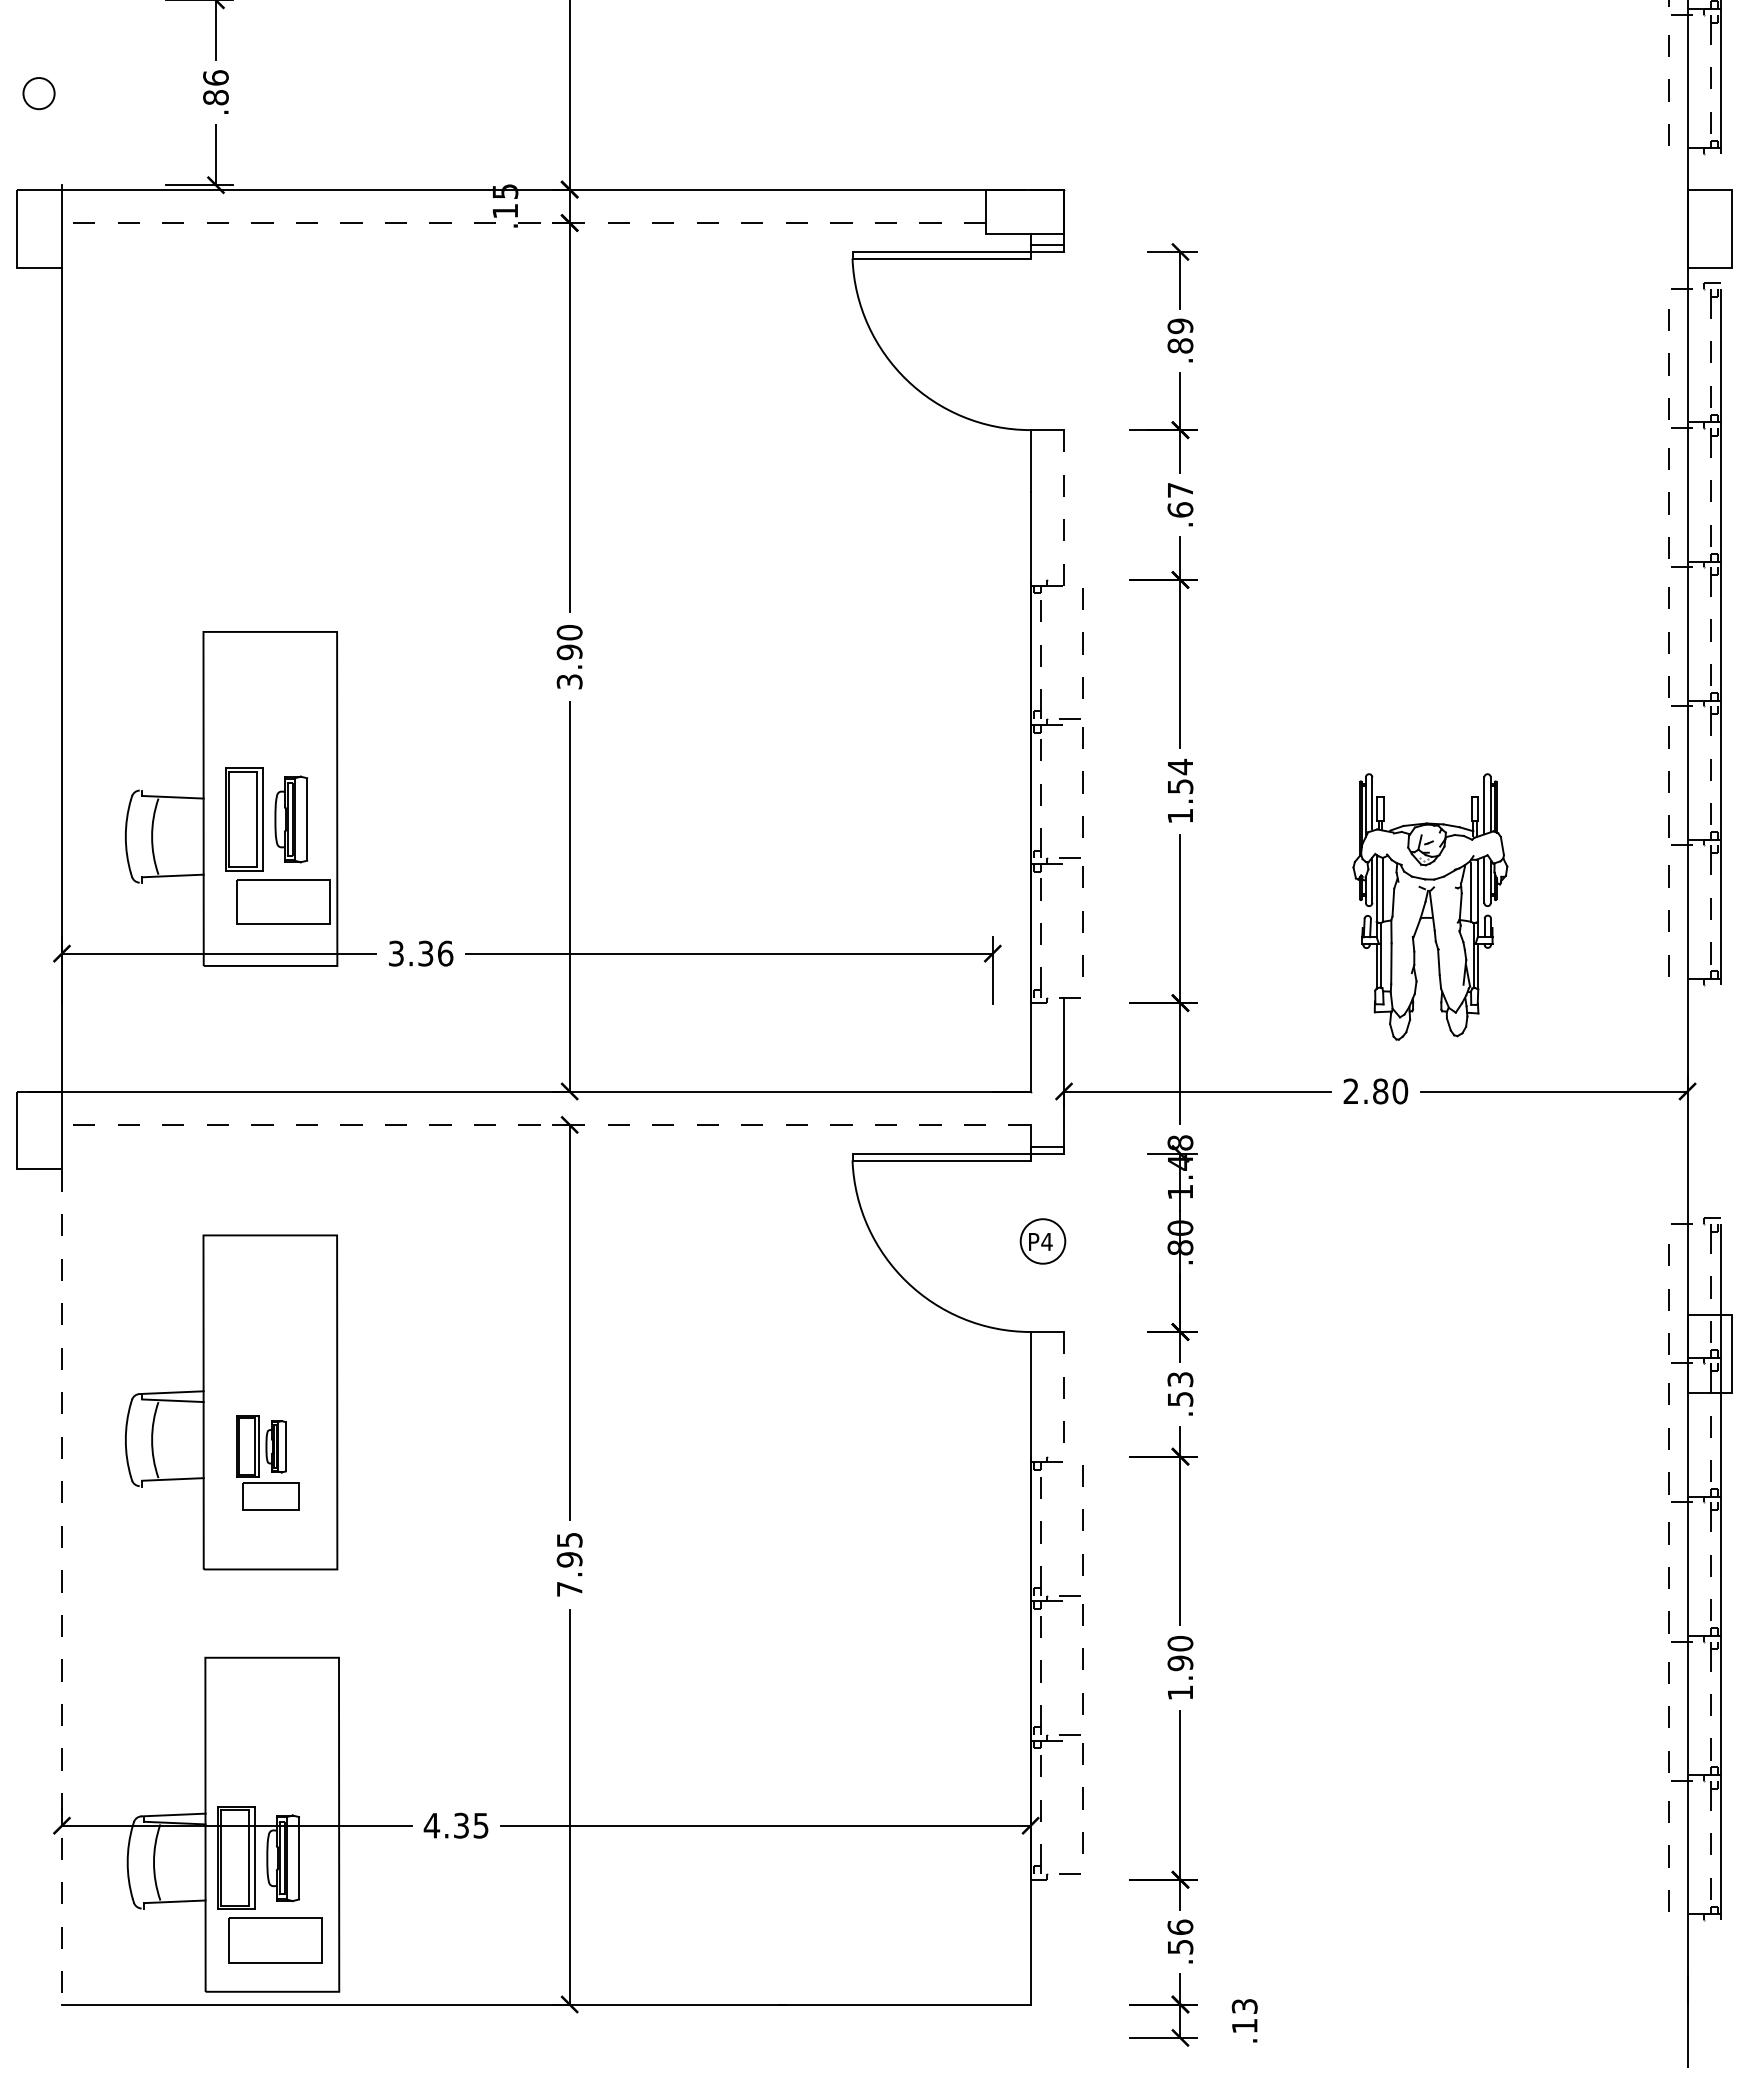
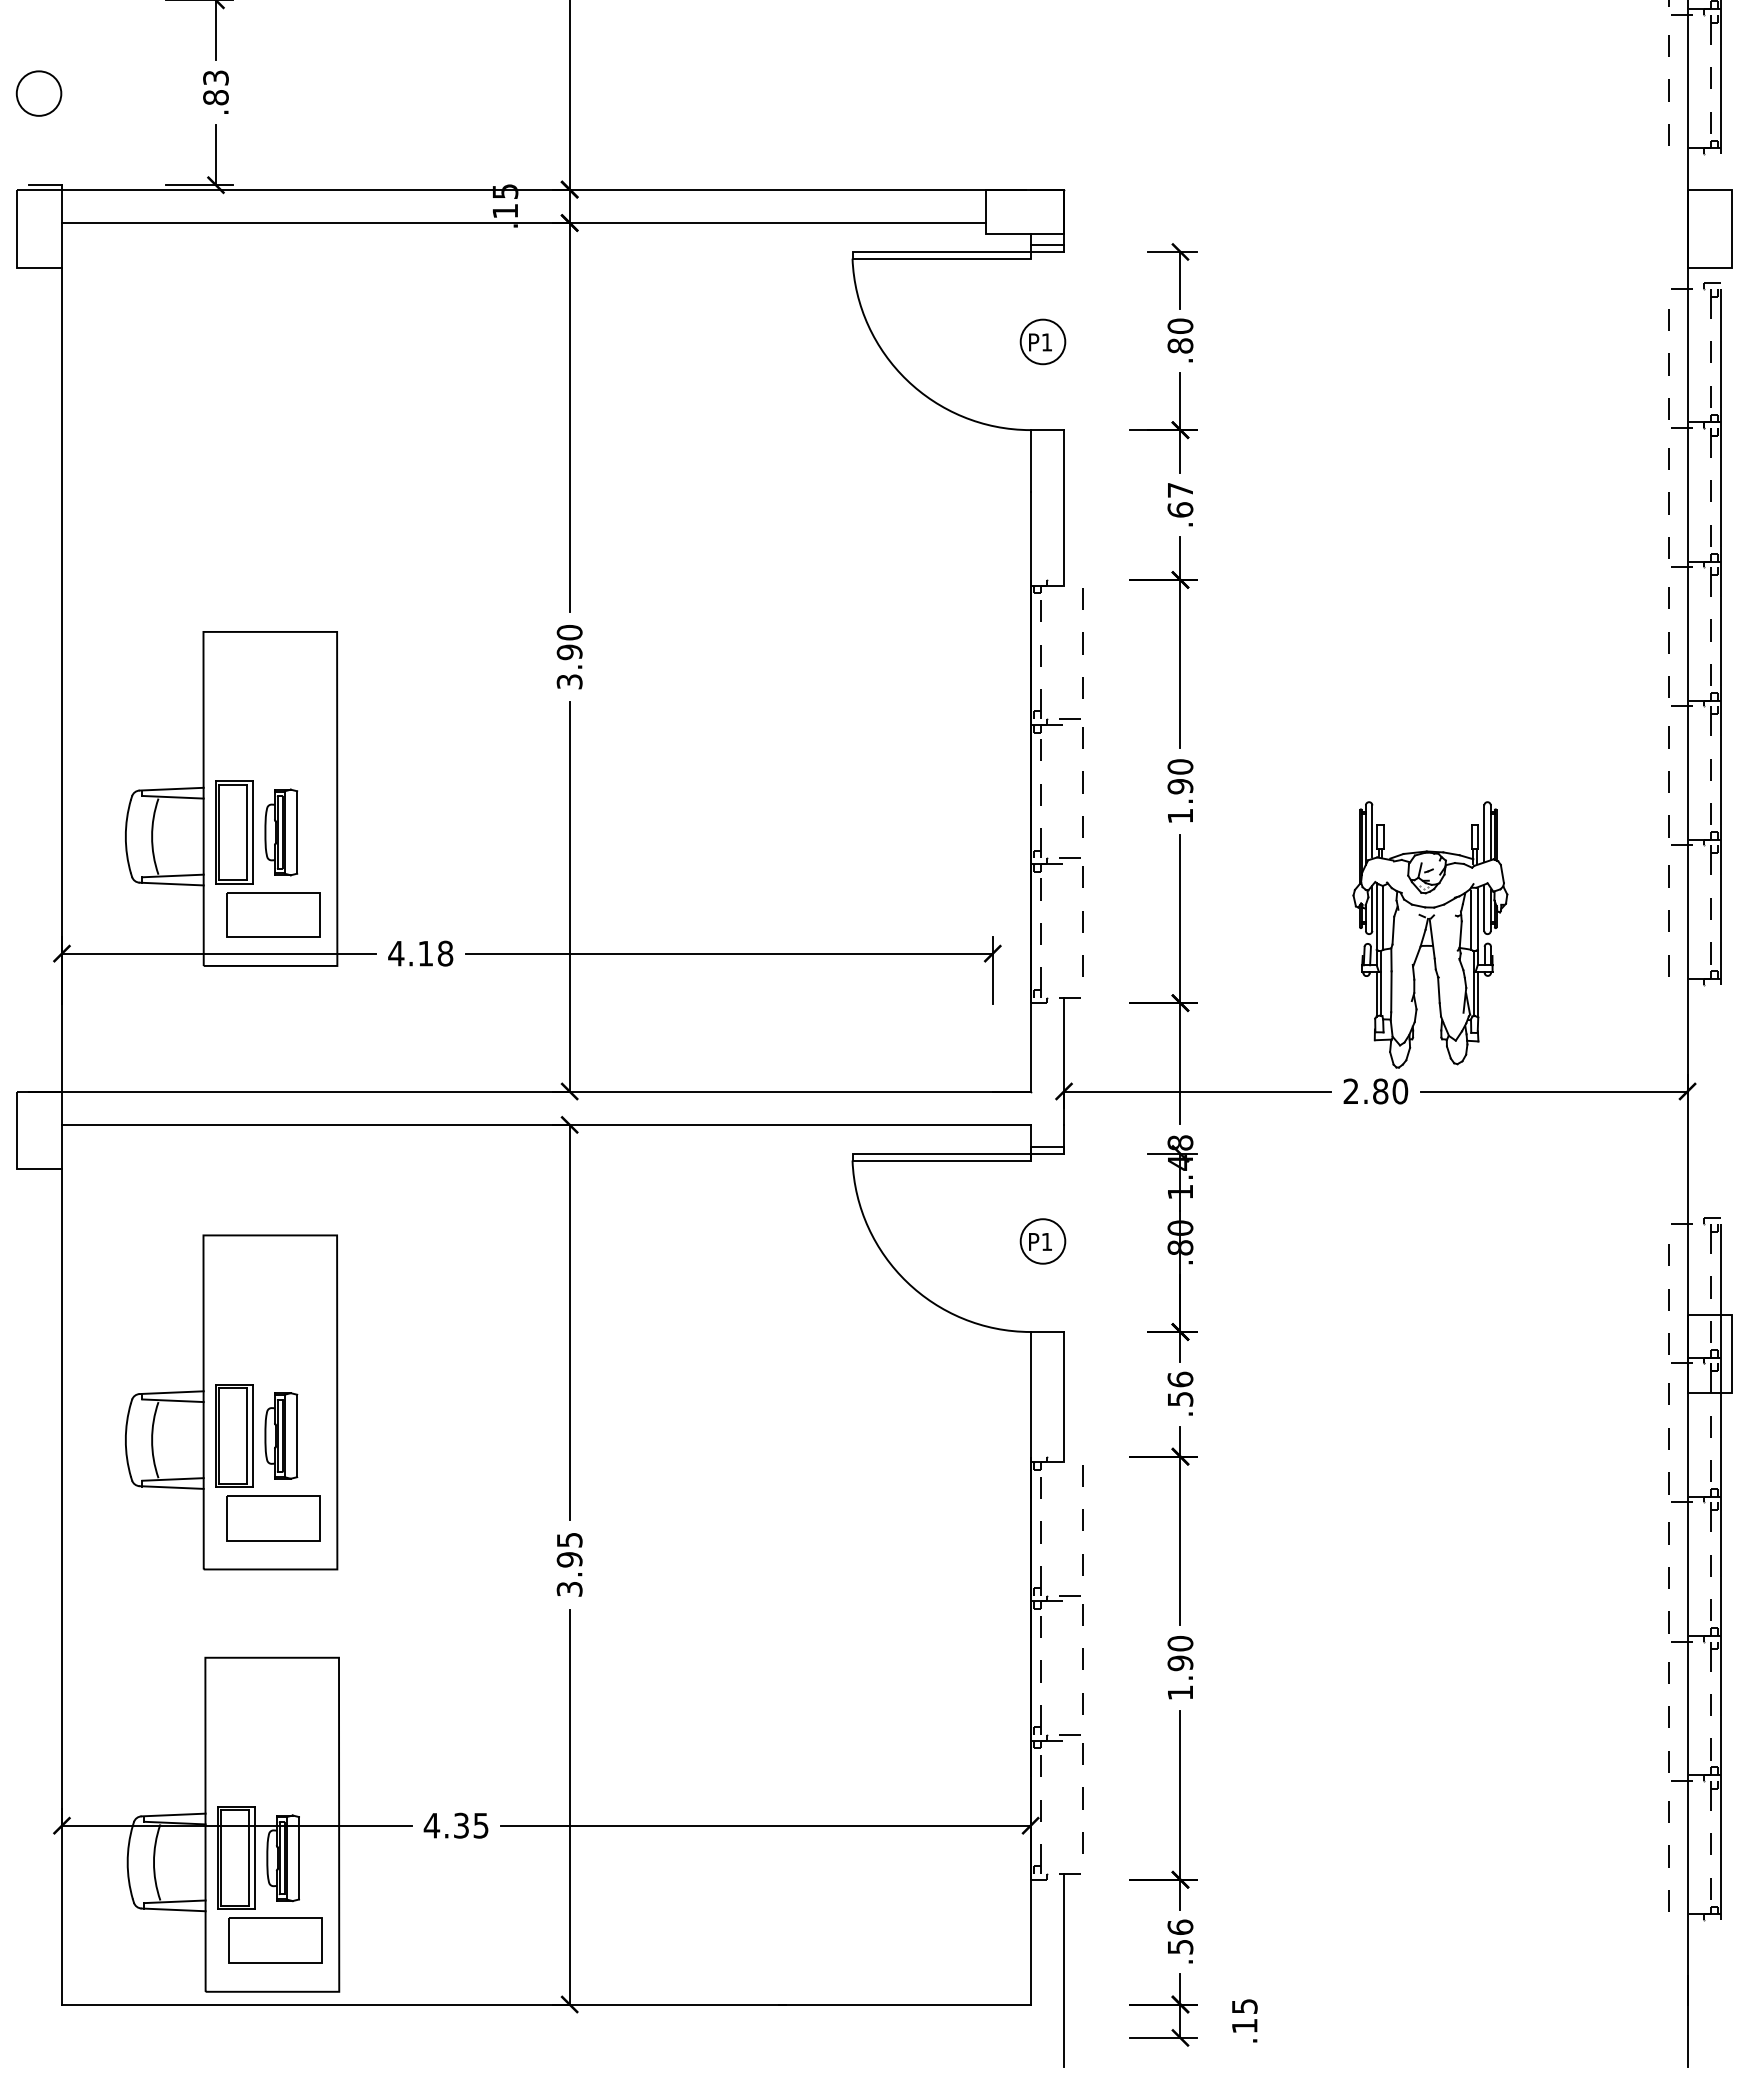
text at (215, 77): .86 -> .83
circle at (38, 93) diameter: 31 px -> 45 px
line at (44, 185): none -> present
line at (523, 223): dashed -> solid
text at (1180, 326): .89 -> .80
part at (1042, 341): none -> present
line at (1064, 507): dashed -> solid
text at (1180, 776): 1.54 -> 1.90
line at (171, 788): none -> present
part at (277, 845) position: (277, 845) -> (267, 858)
line at (171, 883): none -> present
part at (1430, 906) position: (1430, 906) -> (1430, 934)
text at (420, 953): 3.36 -> 4.18
line at (545, 1124): dashed -> solid
text at (1046, 1241): P4 -> P1
text at (1180, 1379): .53 -> .56
line at (1064, 1397): dashed -> solid
part at (267, 1462) size: 64x96 px -> 106x158 px
line at (171, 1487): none -> present
line at (61, 1586): dashed -> solid
text at (569, 1589): 7.95 -> 3.95
line at (173, 1909): none -> present
line at (1064, 1970): none -> present
text at (1244, 2006): .13 -> .15
